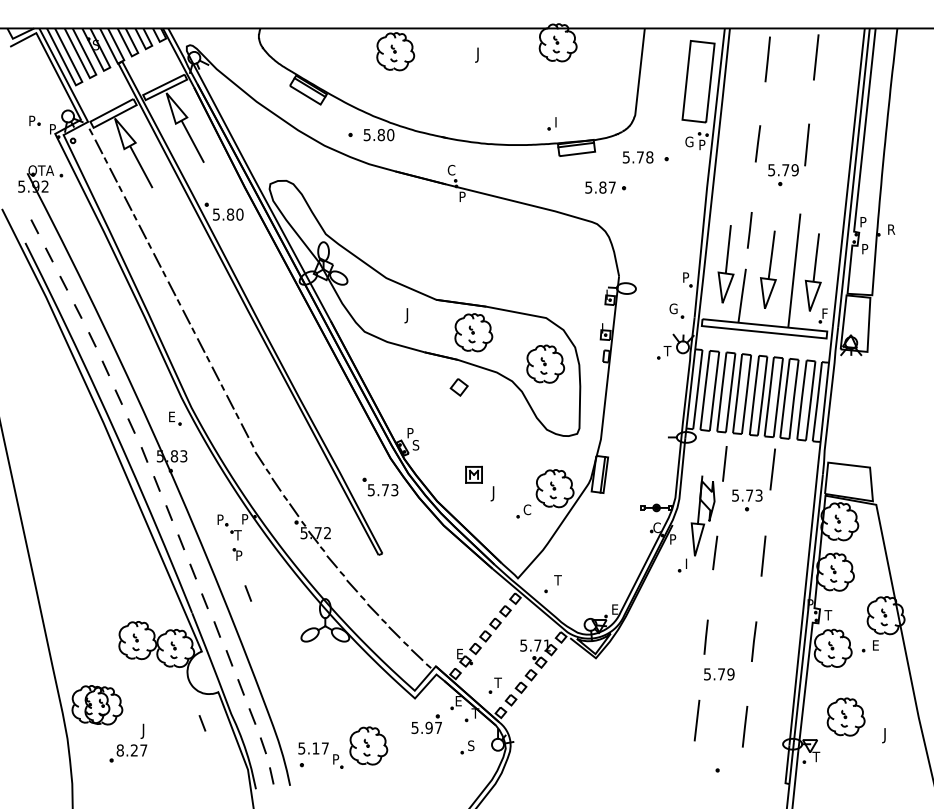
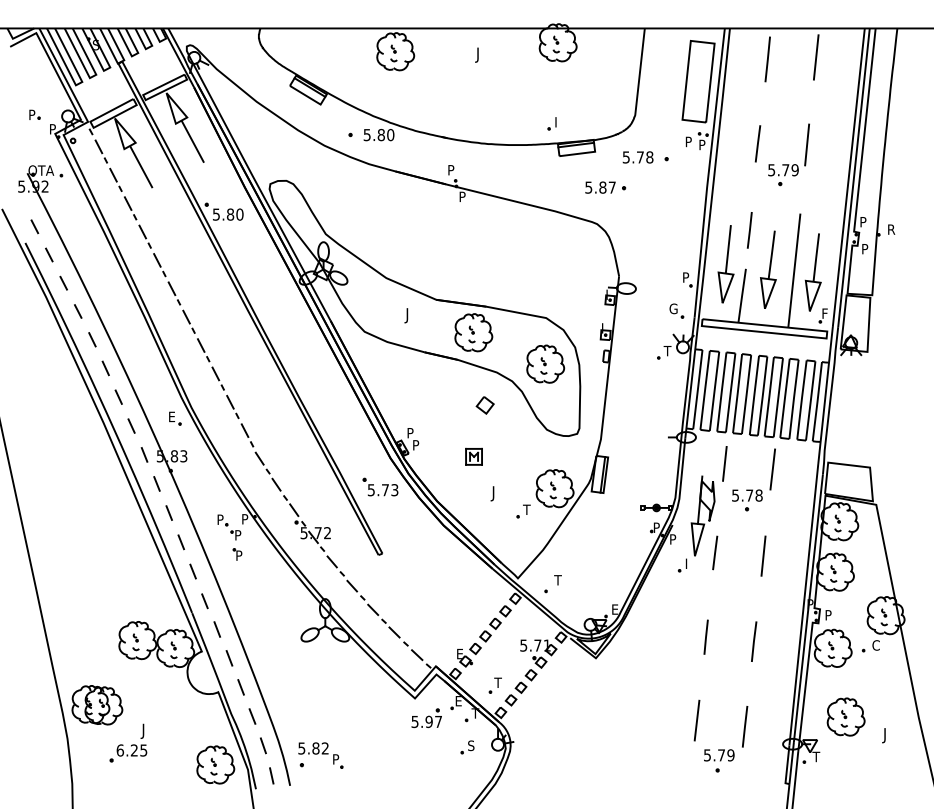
part at (34, 120) position: (34, 120) -> (34, 114)
text at (689, 141): G -> P
text at (451, 169): C -> P
part at (458, 387) position: (458, 387) -> (484, 405)
text at (415, 445): S -> P
part at (473, 474) position: (473, 474) -> (473, 456)
text at (758, 495): 5.73 -> 5.78
text at (527, 509): C -> T
text at (656, 527): C -> P
text at (237, 535): T -> P
line at (247, 593): present -> none
text at (828, 615): T -> P
text at (875, 645): E -> C
text at (719, 674) position: (719, 674) -> (719, 755)
line at (202, 723): present -> none
part at (426, 724) position: (426, 724) -> (426, 718)
part at (368, 745) position: (368, 745) -> (215, 764)
text at (320, 748): 5.17 -> 5.82
text at (131, 750): 8.27 -> 6.25
